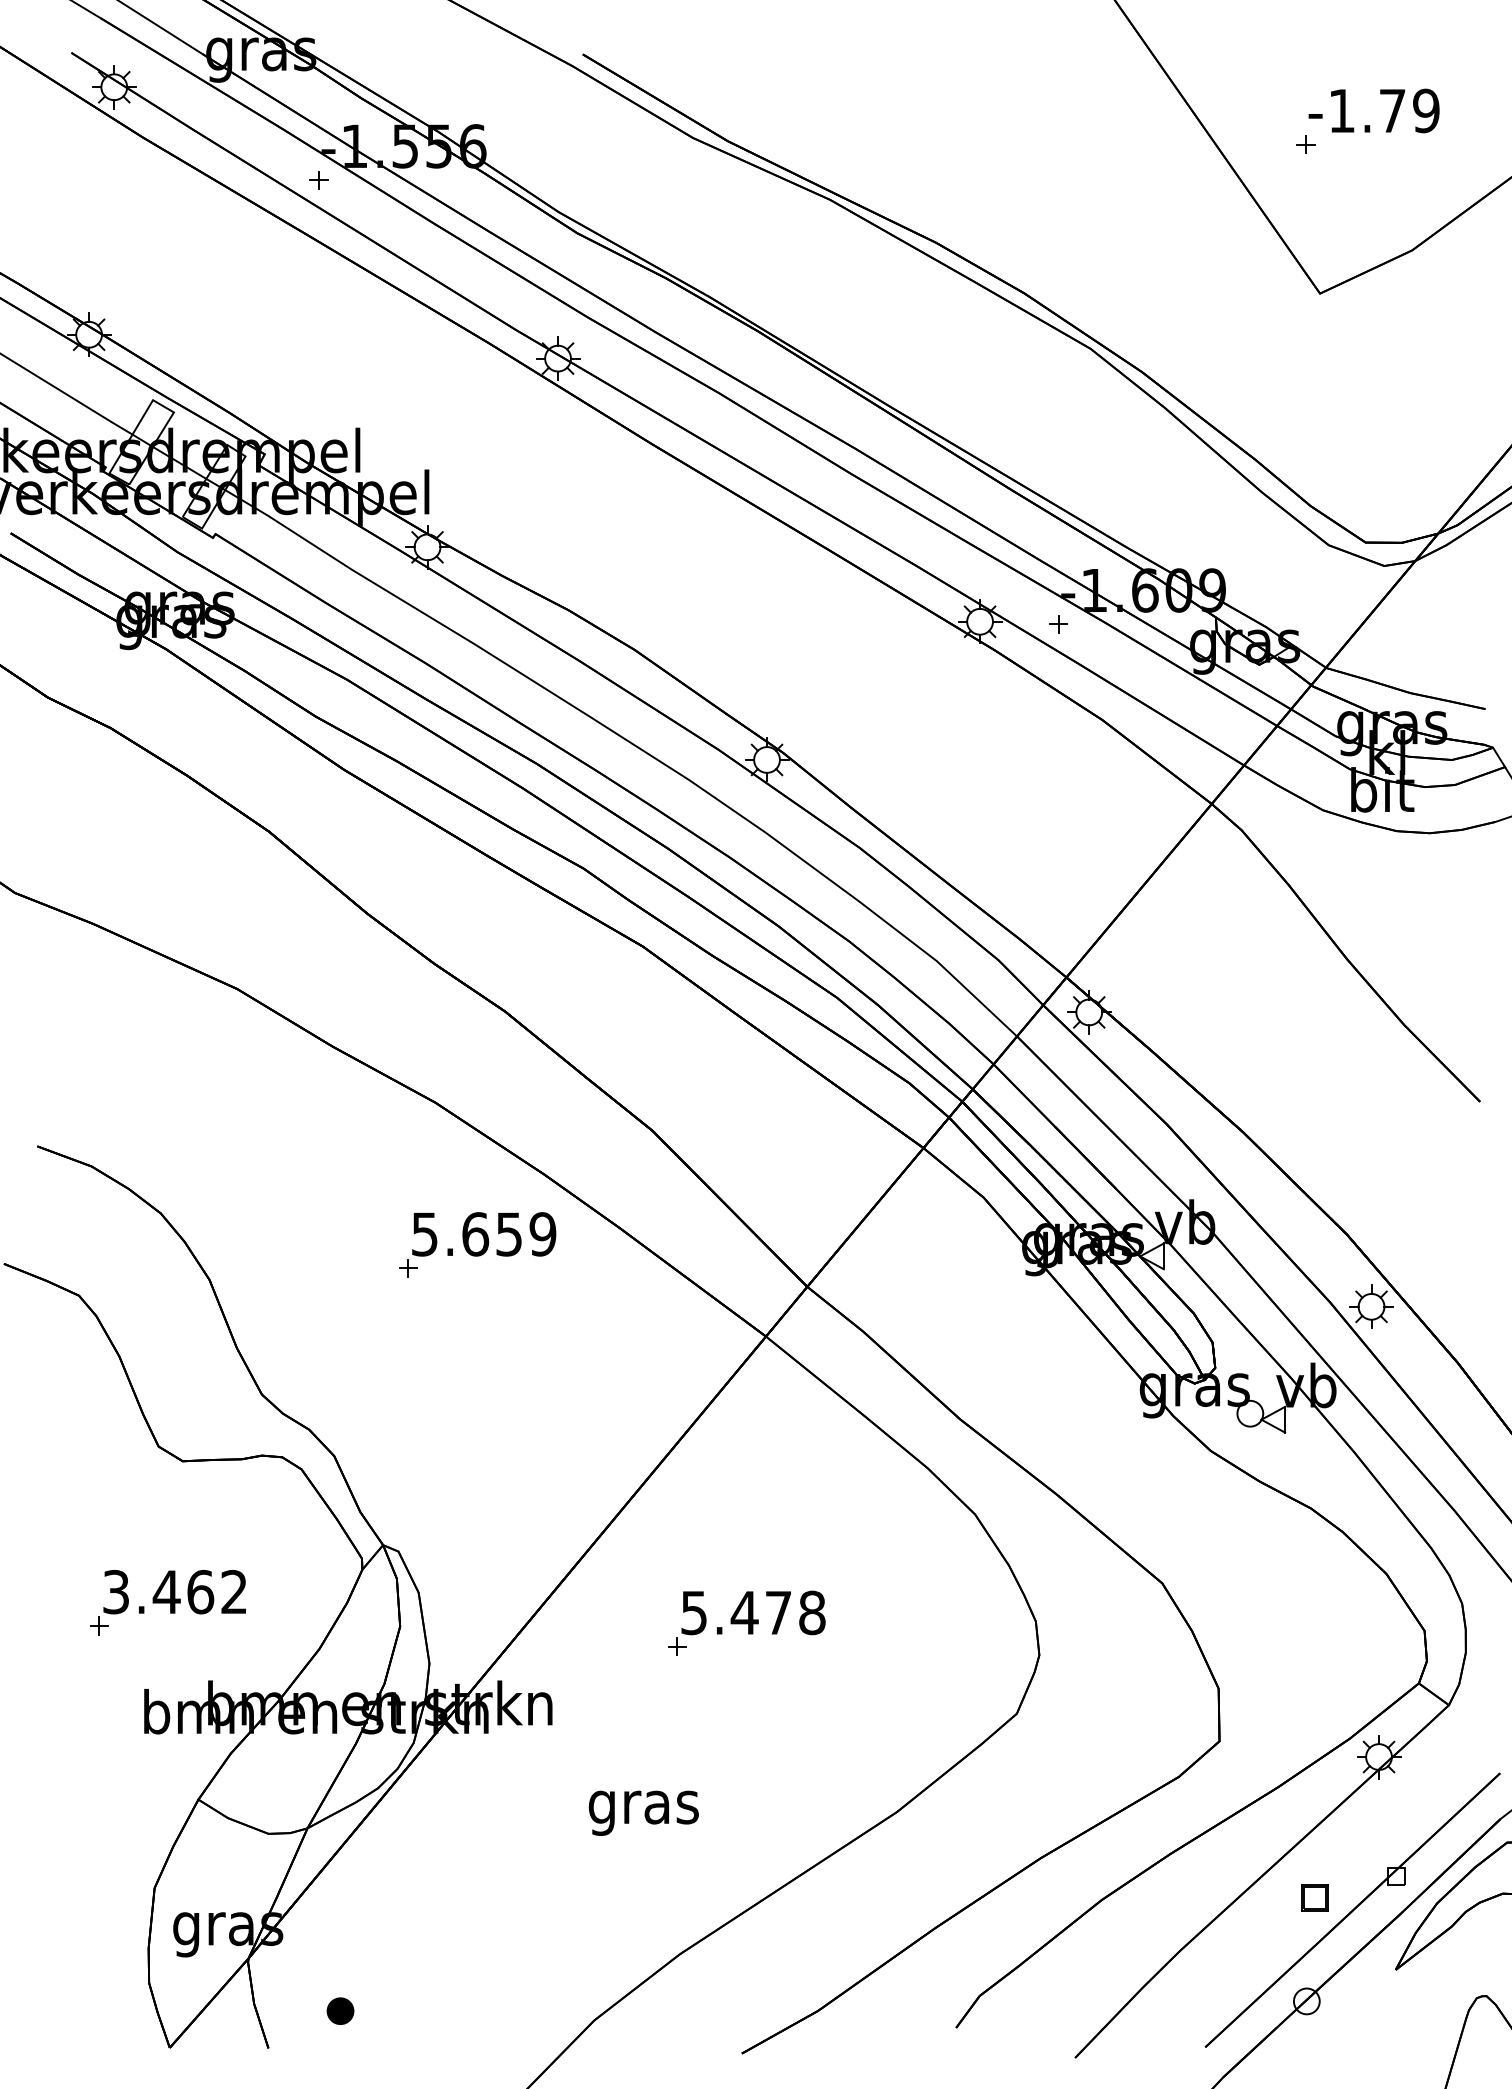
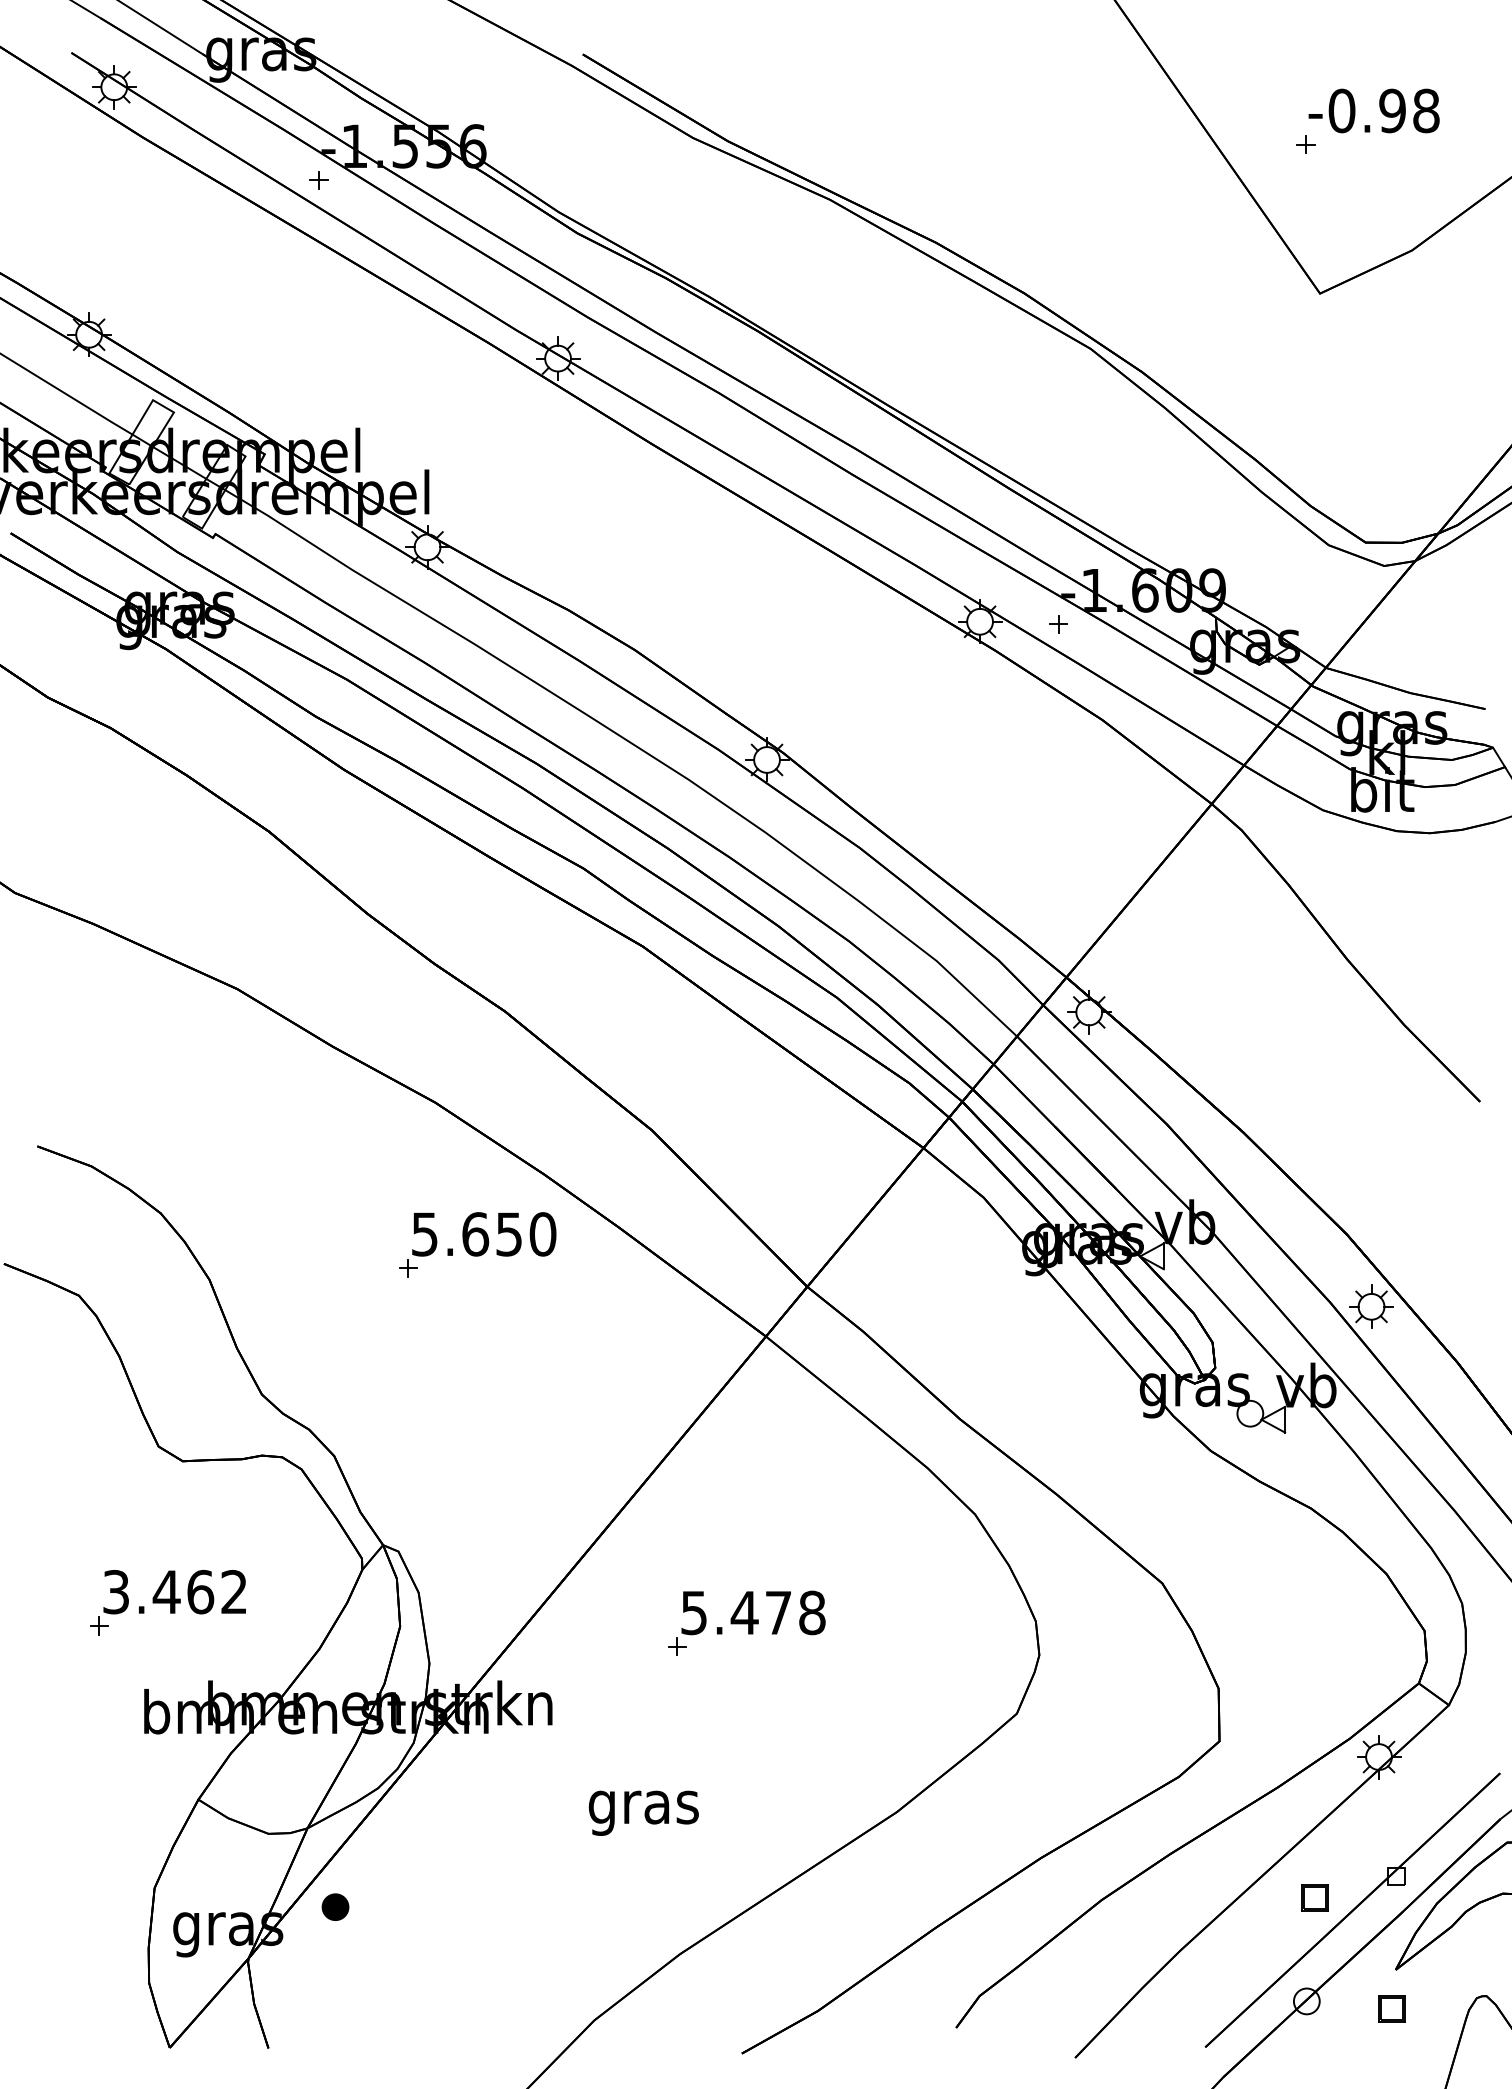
text at (1383, 110): -1.79 -> -0.98
text at (542, 1234): 5.659 -> 5.650
part at (1391, 2008): none -> present
part at (340, 2010) position: (340, 2010) -> (335, 1906)
